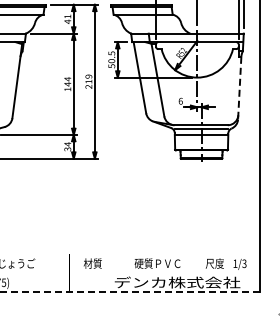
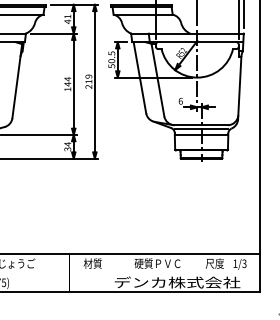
line at (239, 88): dashed -> solid
line at (131, 254): none -> present
line at (130, 292): dashed -> solid
